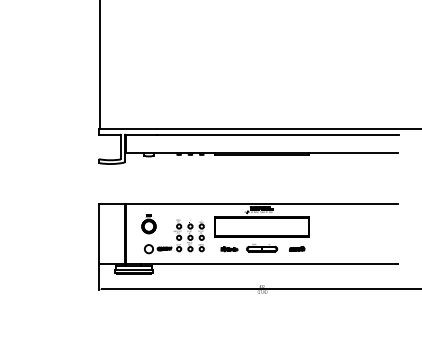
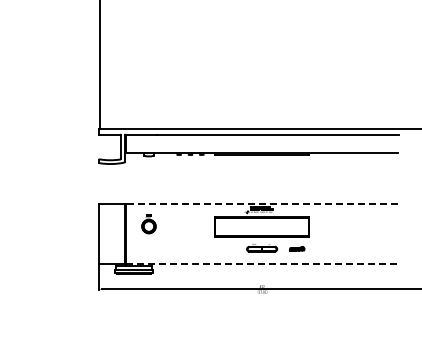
line at (262, 203): solid -> dashed
part at (174, 236): present -> none
part at (229, 249): present -> none
line at (262, 264): solid -> dashed
